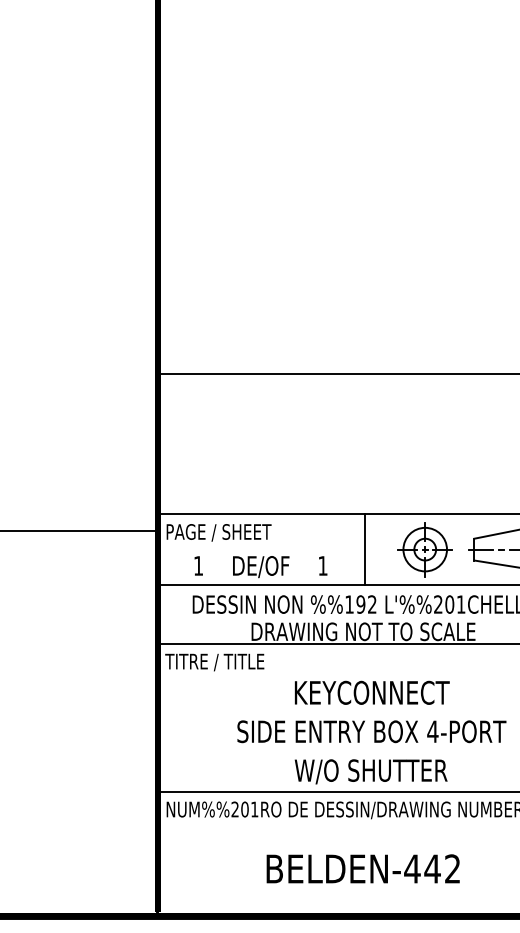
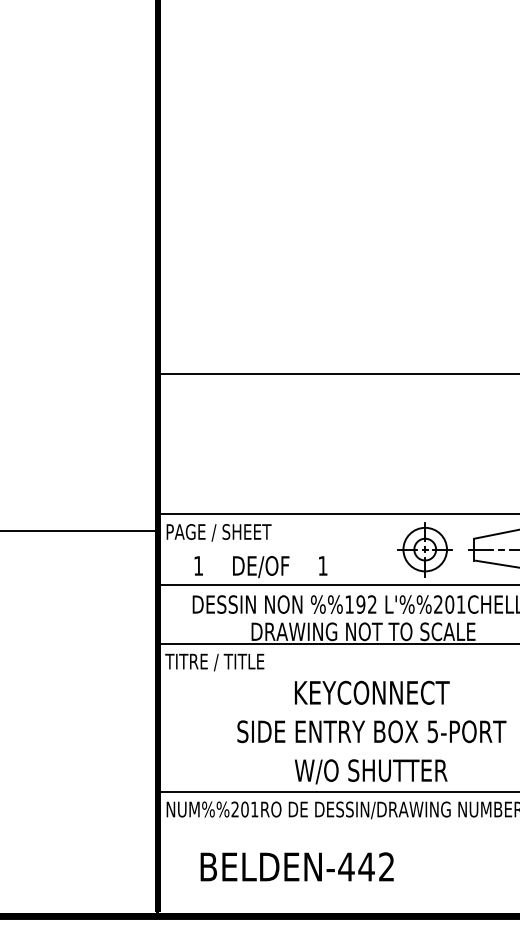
line at (364, 549): present -> none
text at (432, 731): 4-PORT -> 5-PORT
text at (362, 868) position: (362, 868) -> (296, 866)
